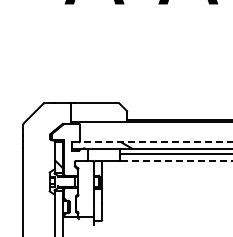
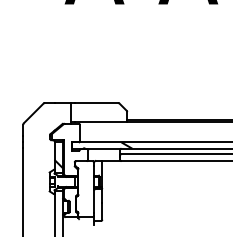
line at (151, 142): dashed -> solid
line at (177, 161): dashed -> solid
